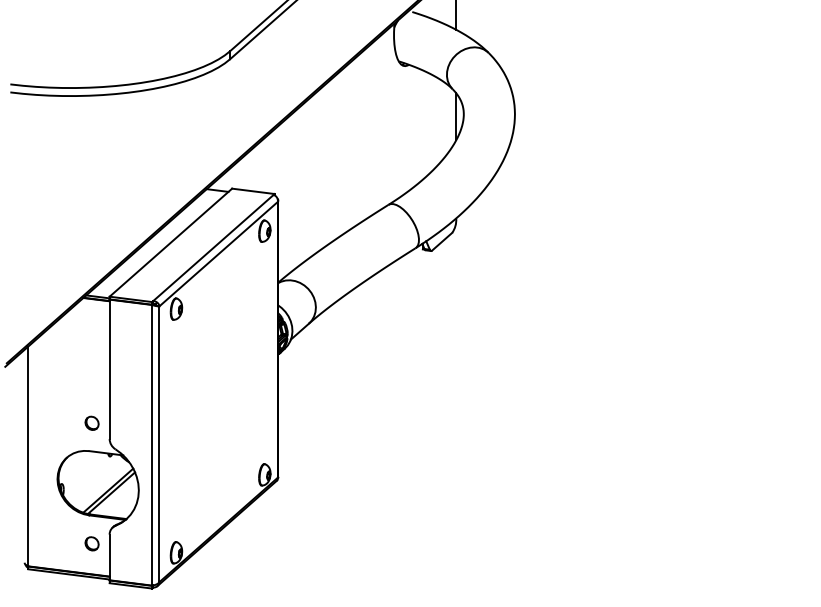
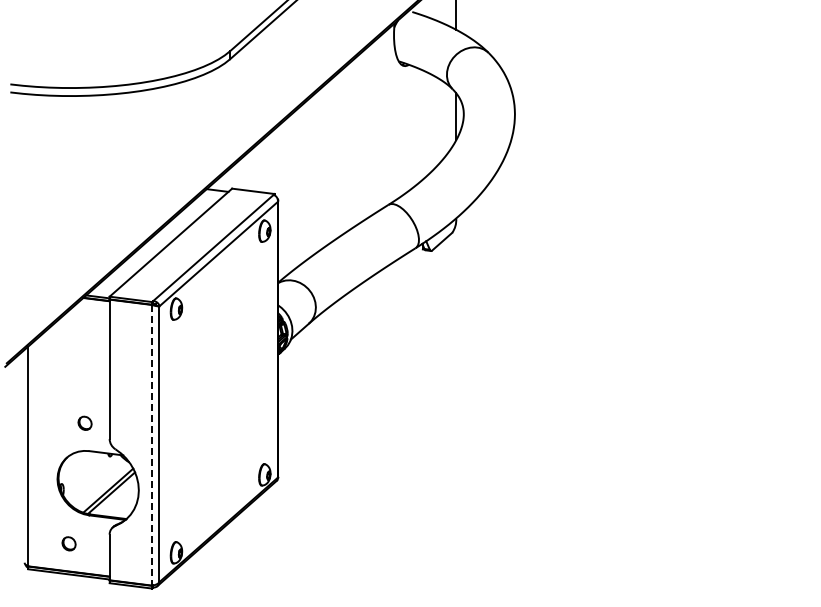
part at (91, 422) position: (91, 422) -> (84, 422)
line at (152, 445): solid -> dashed
part at (91, 543) position: (91, 543) -> (68, 543)
